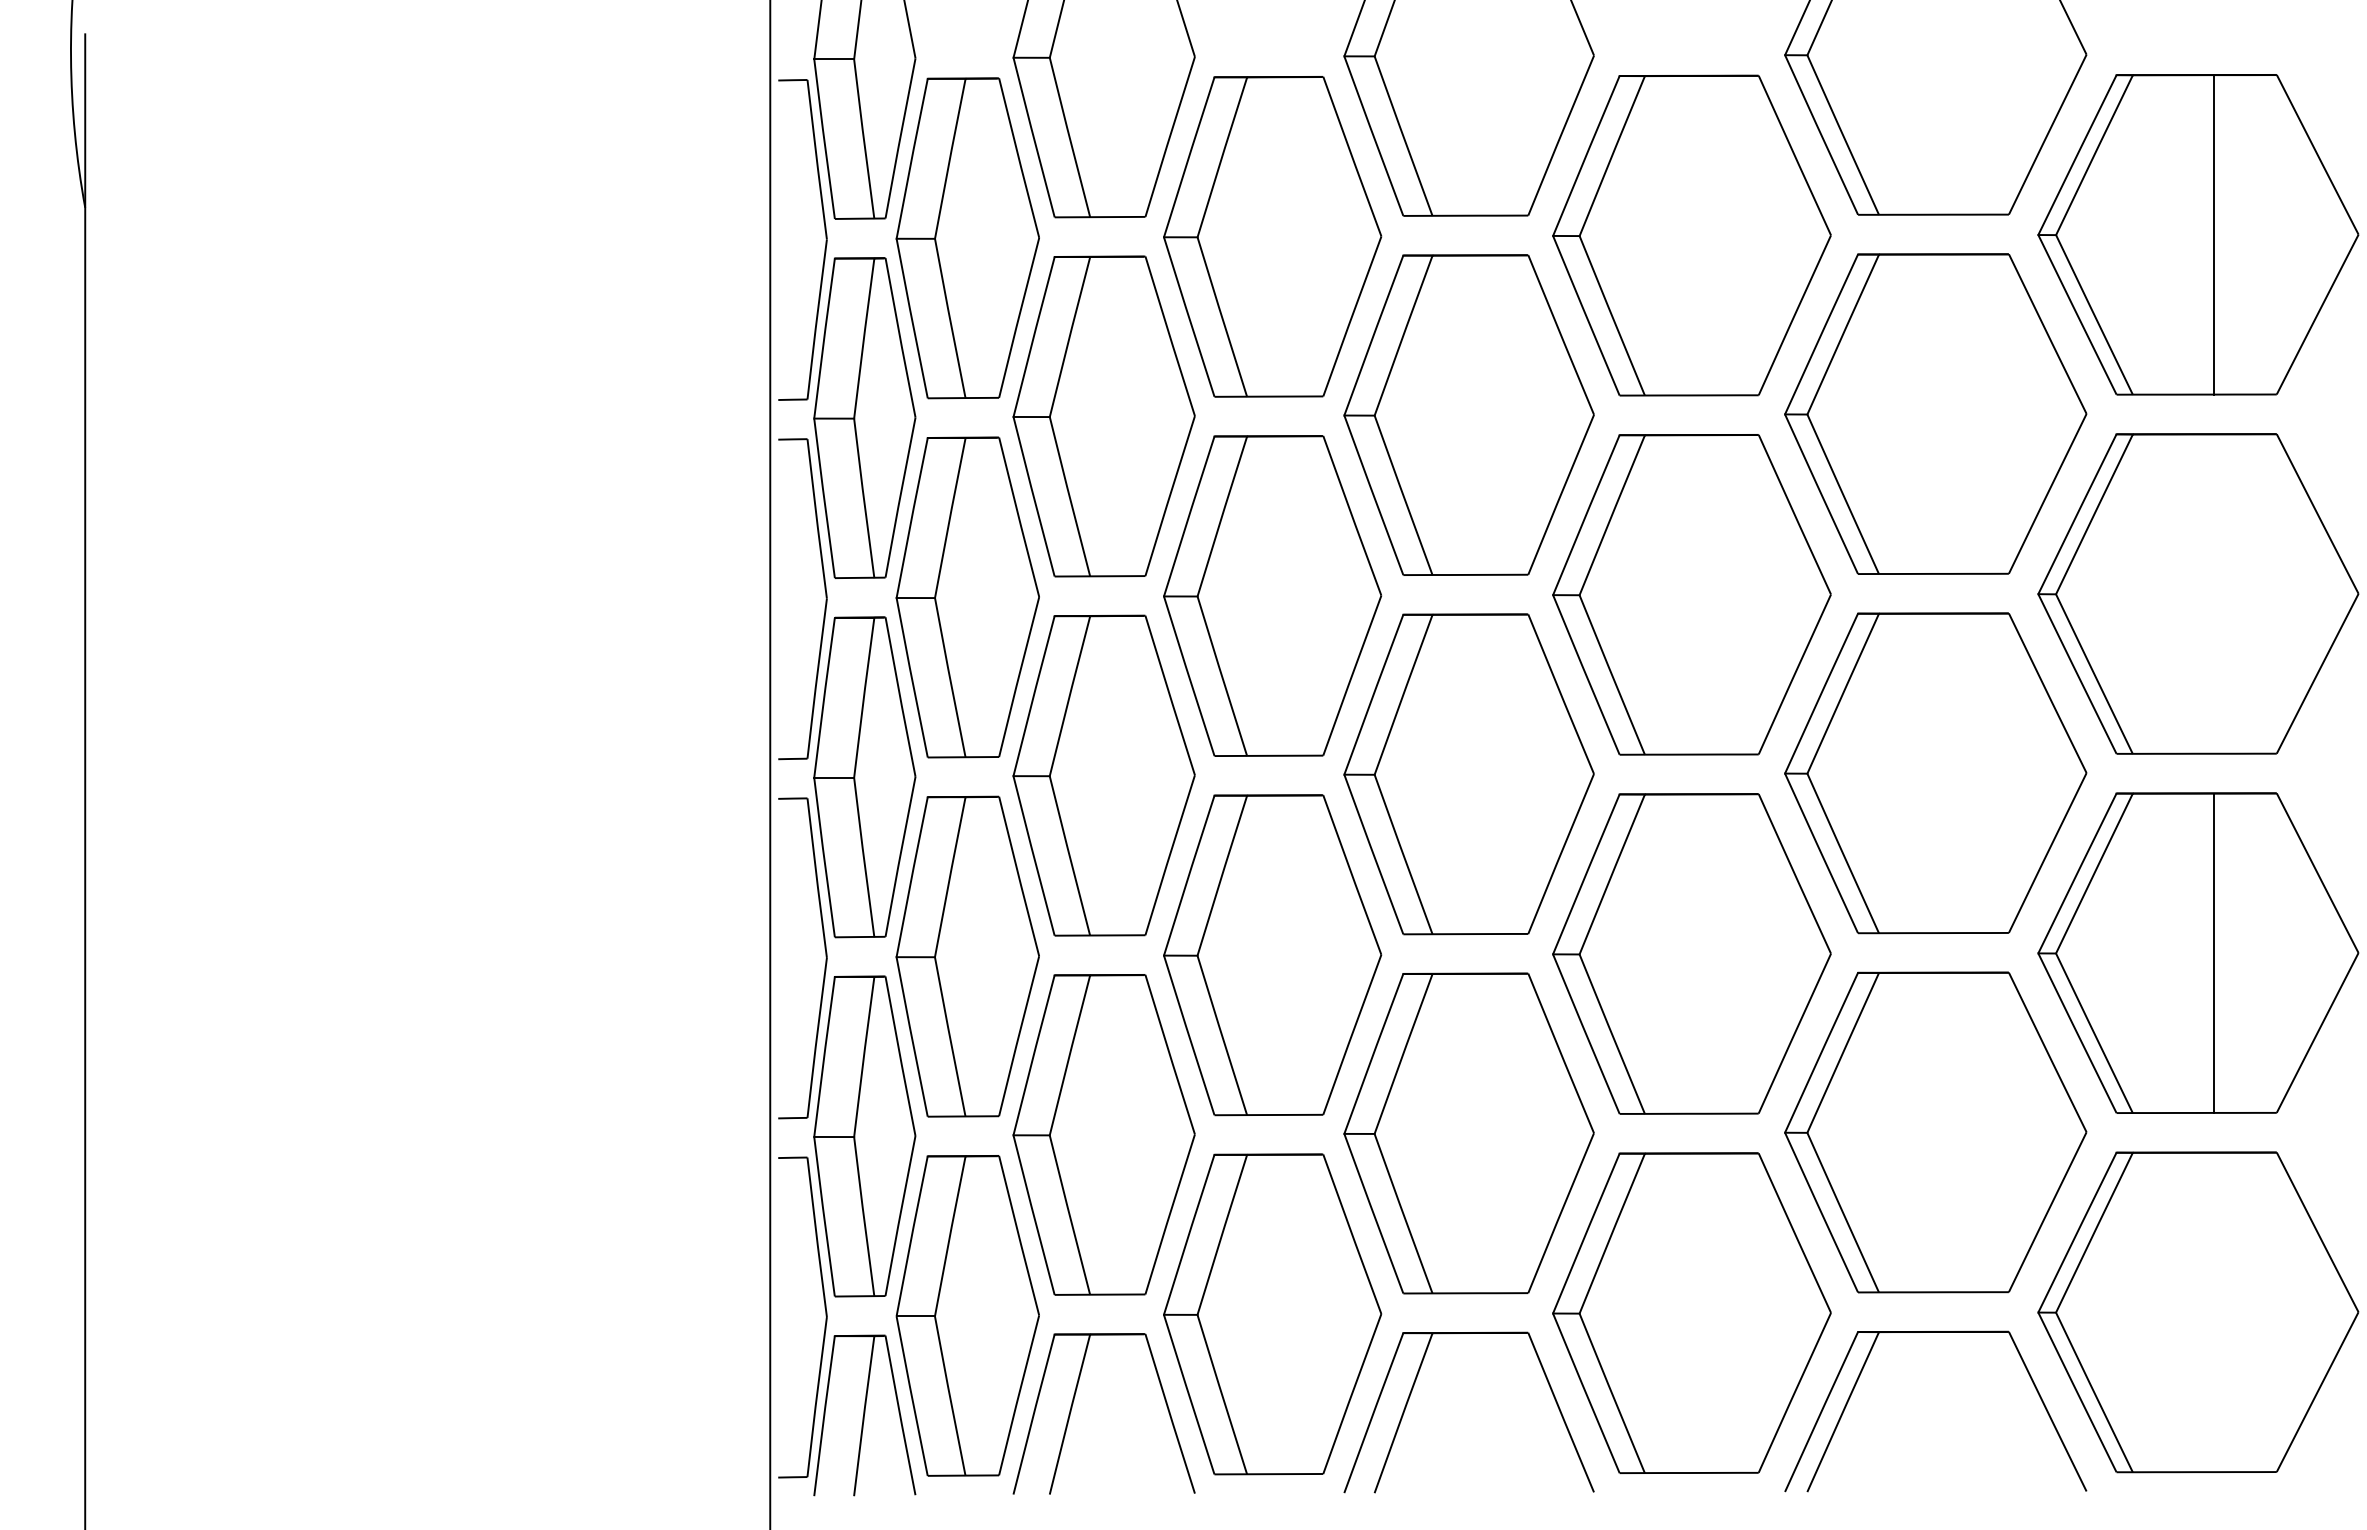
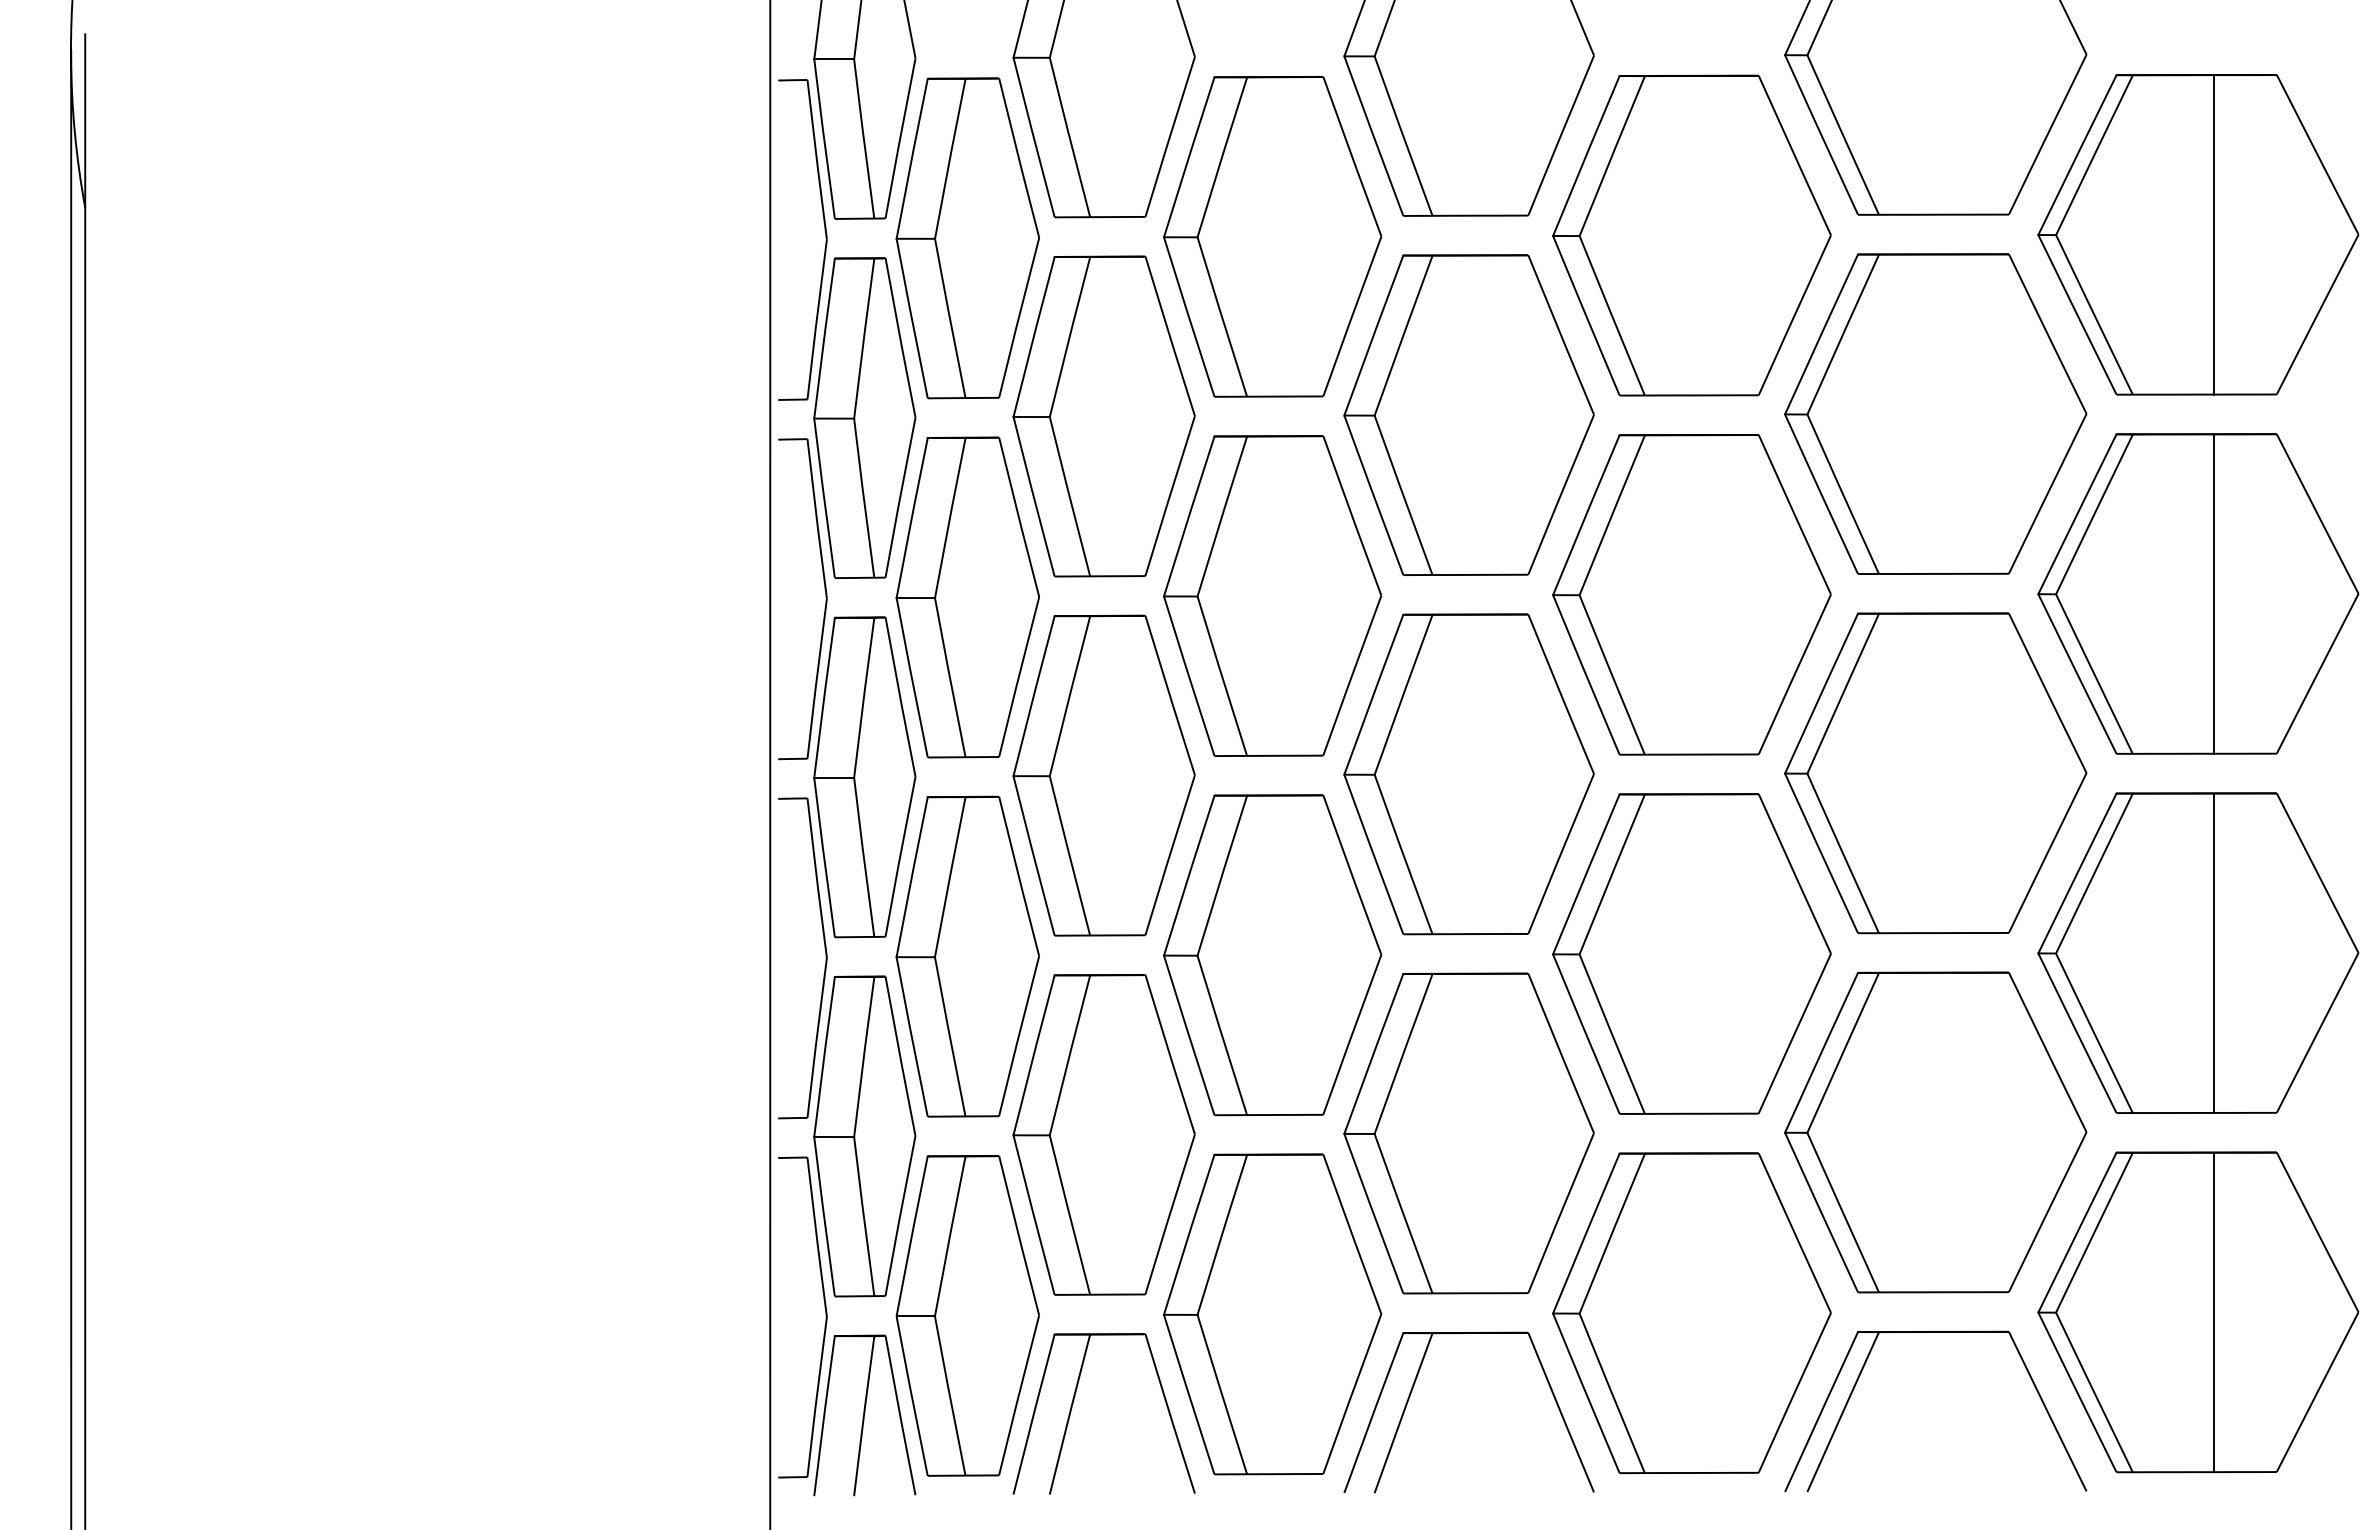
line at (2214, 593): none -> present
line at (71, 788): none -> present
line at (2214, 1312): none -> present
